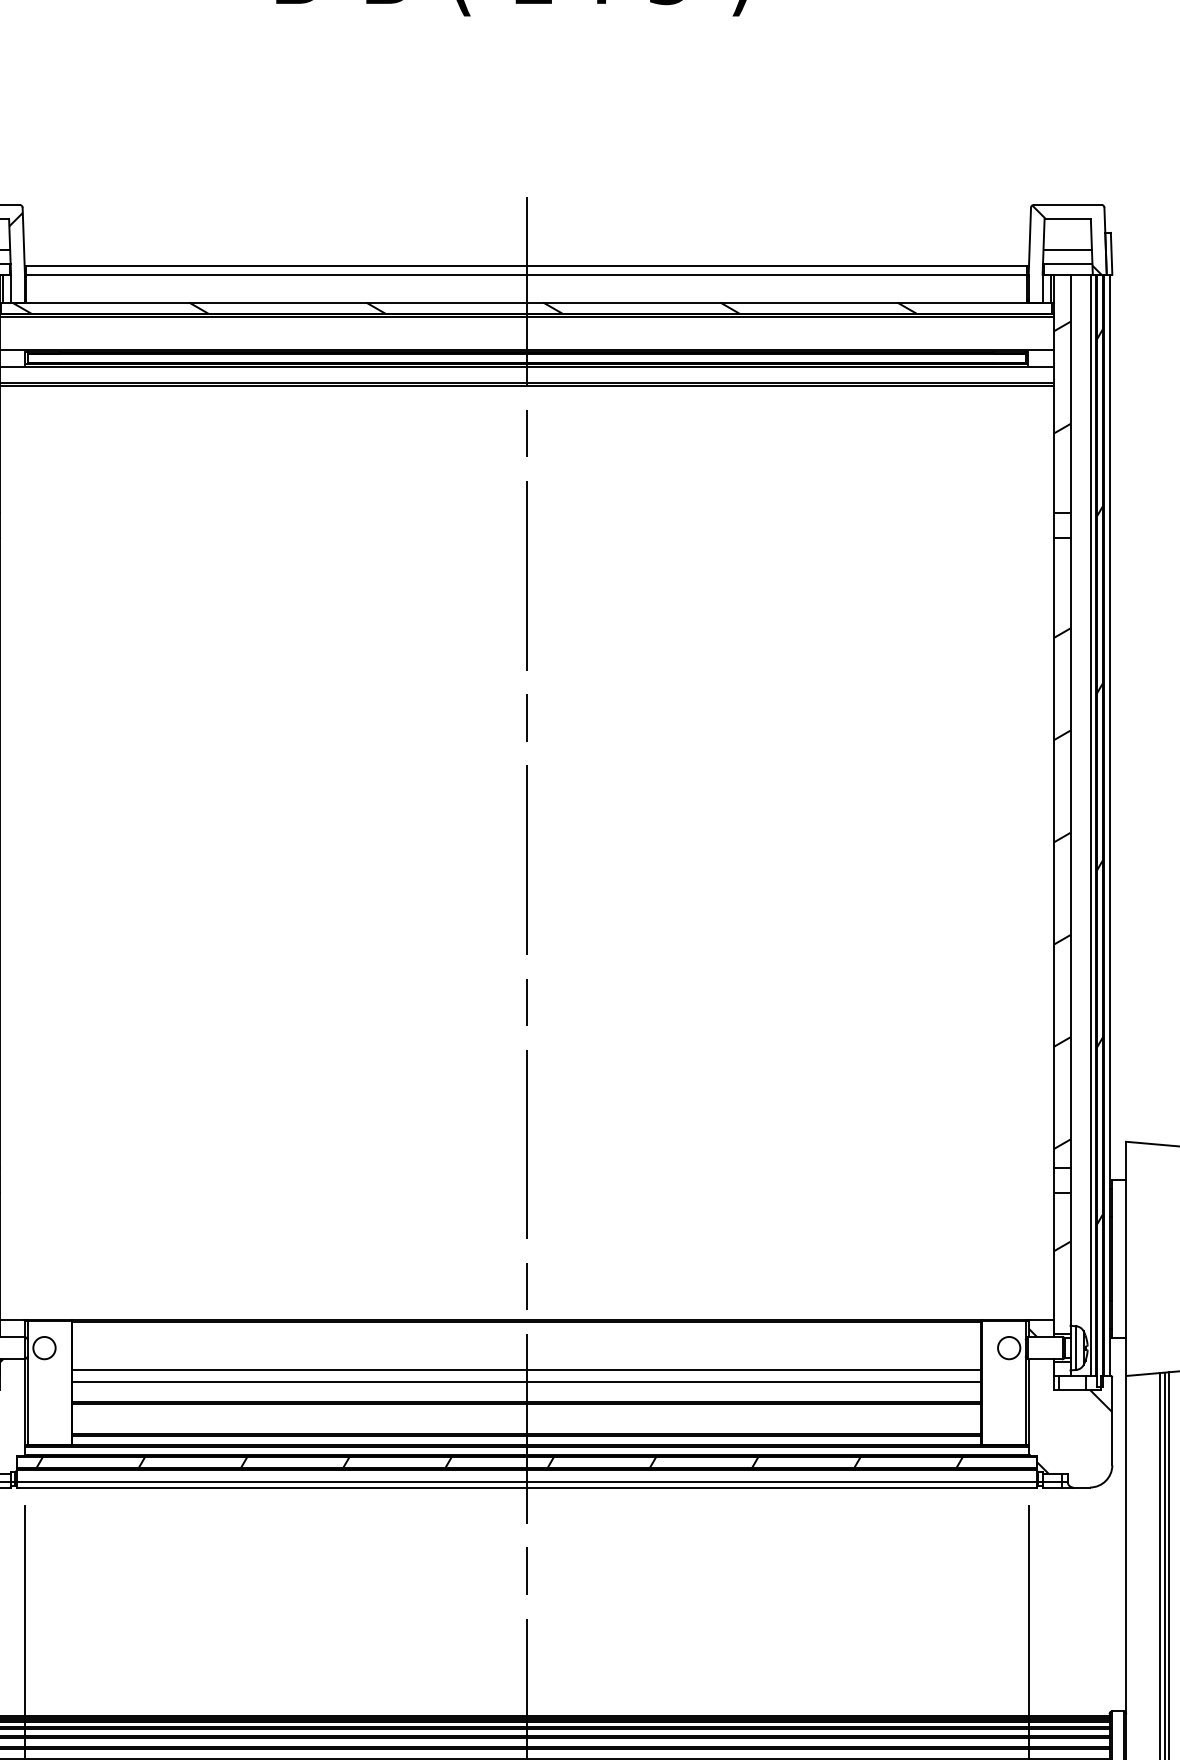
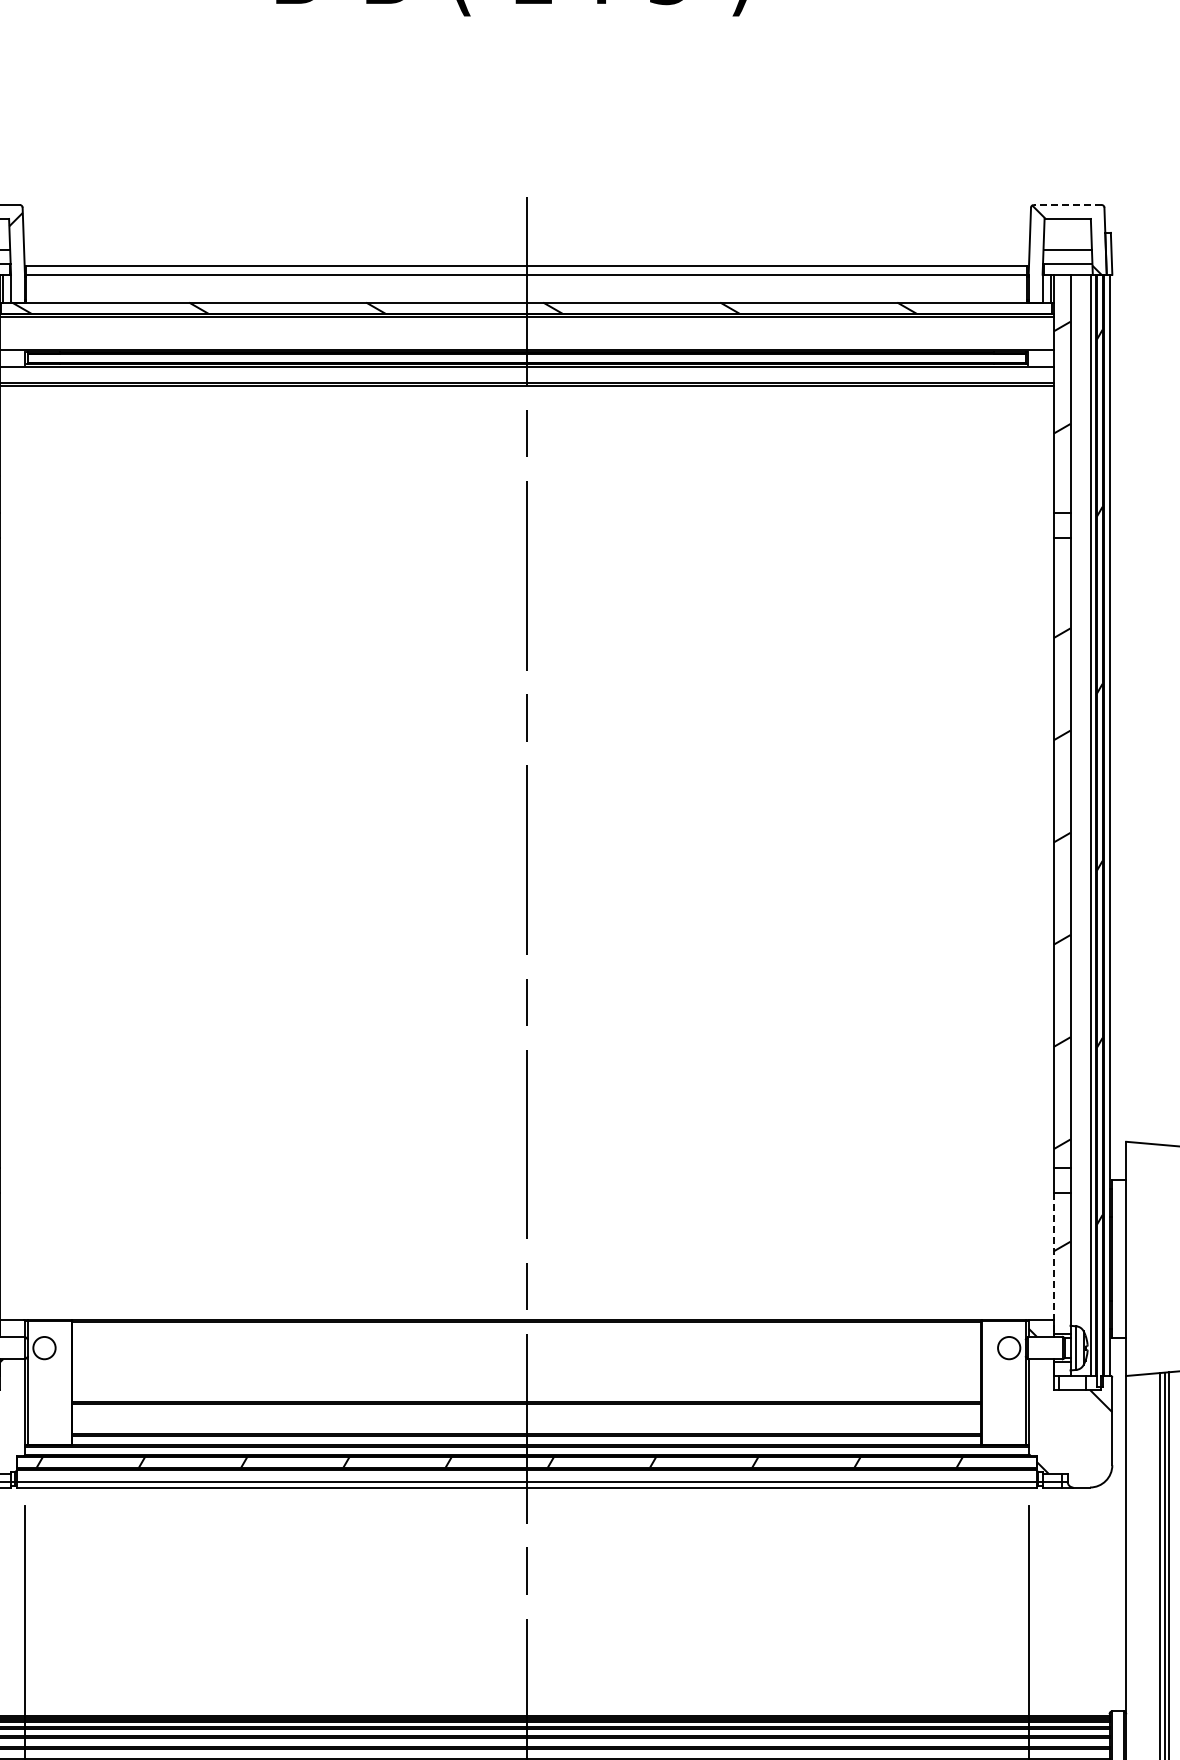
line at (1067, 205): solid -> dashed
line at (1053, 1264): solid -> dashed
line at (526, 1370): present -> none
line at (526, 1381): present -> none
